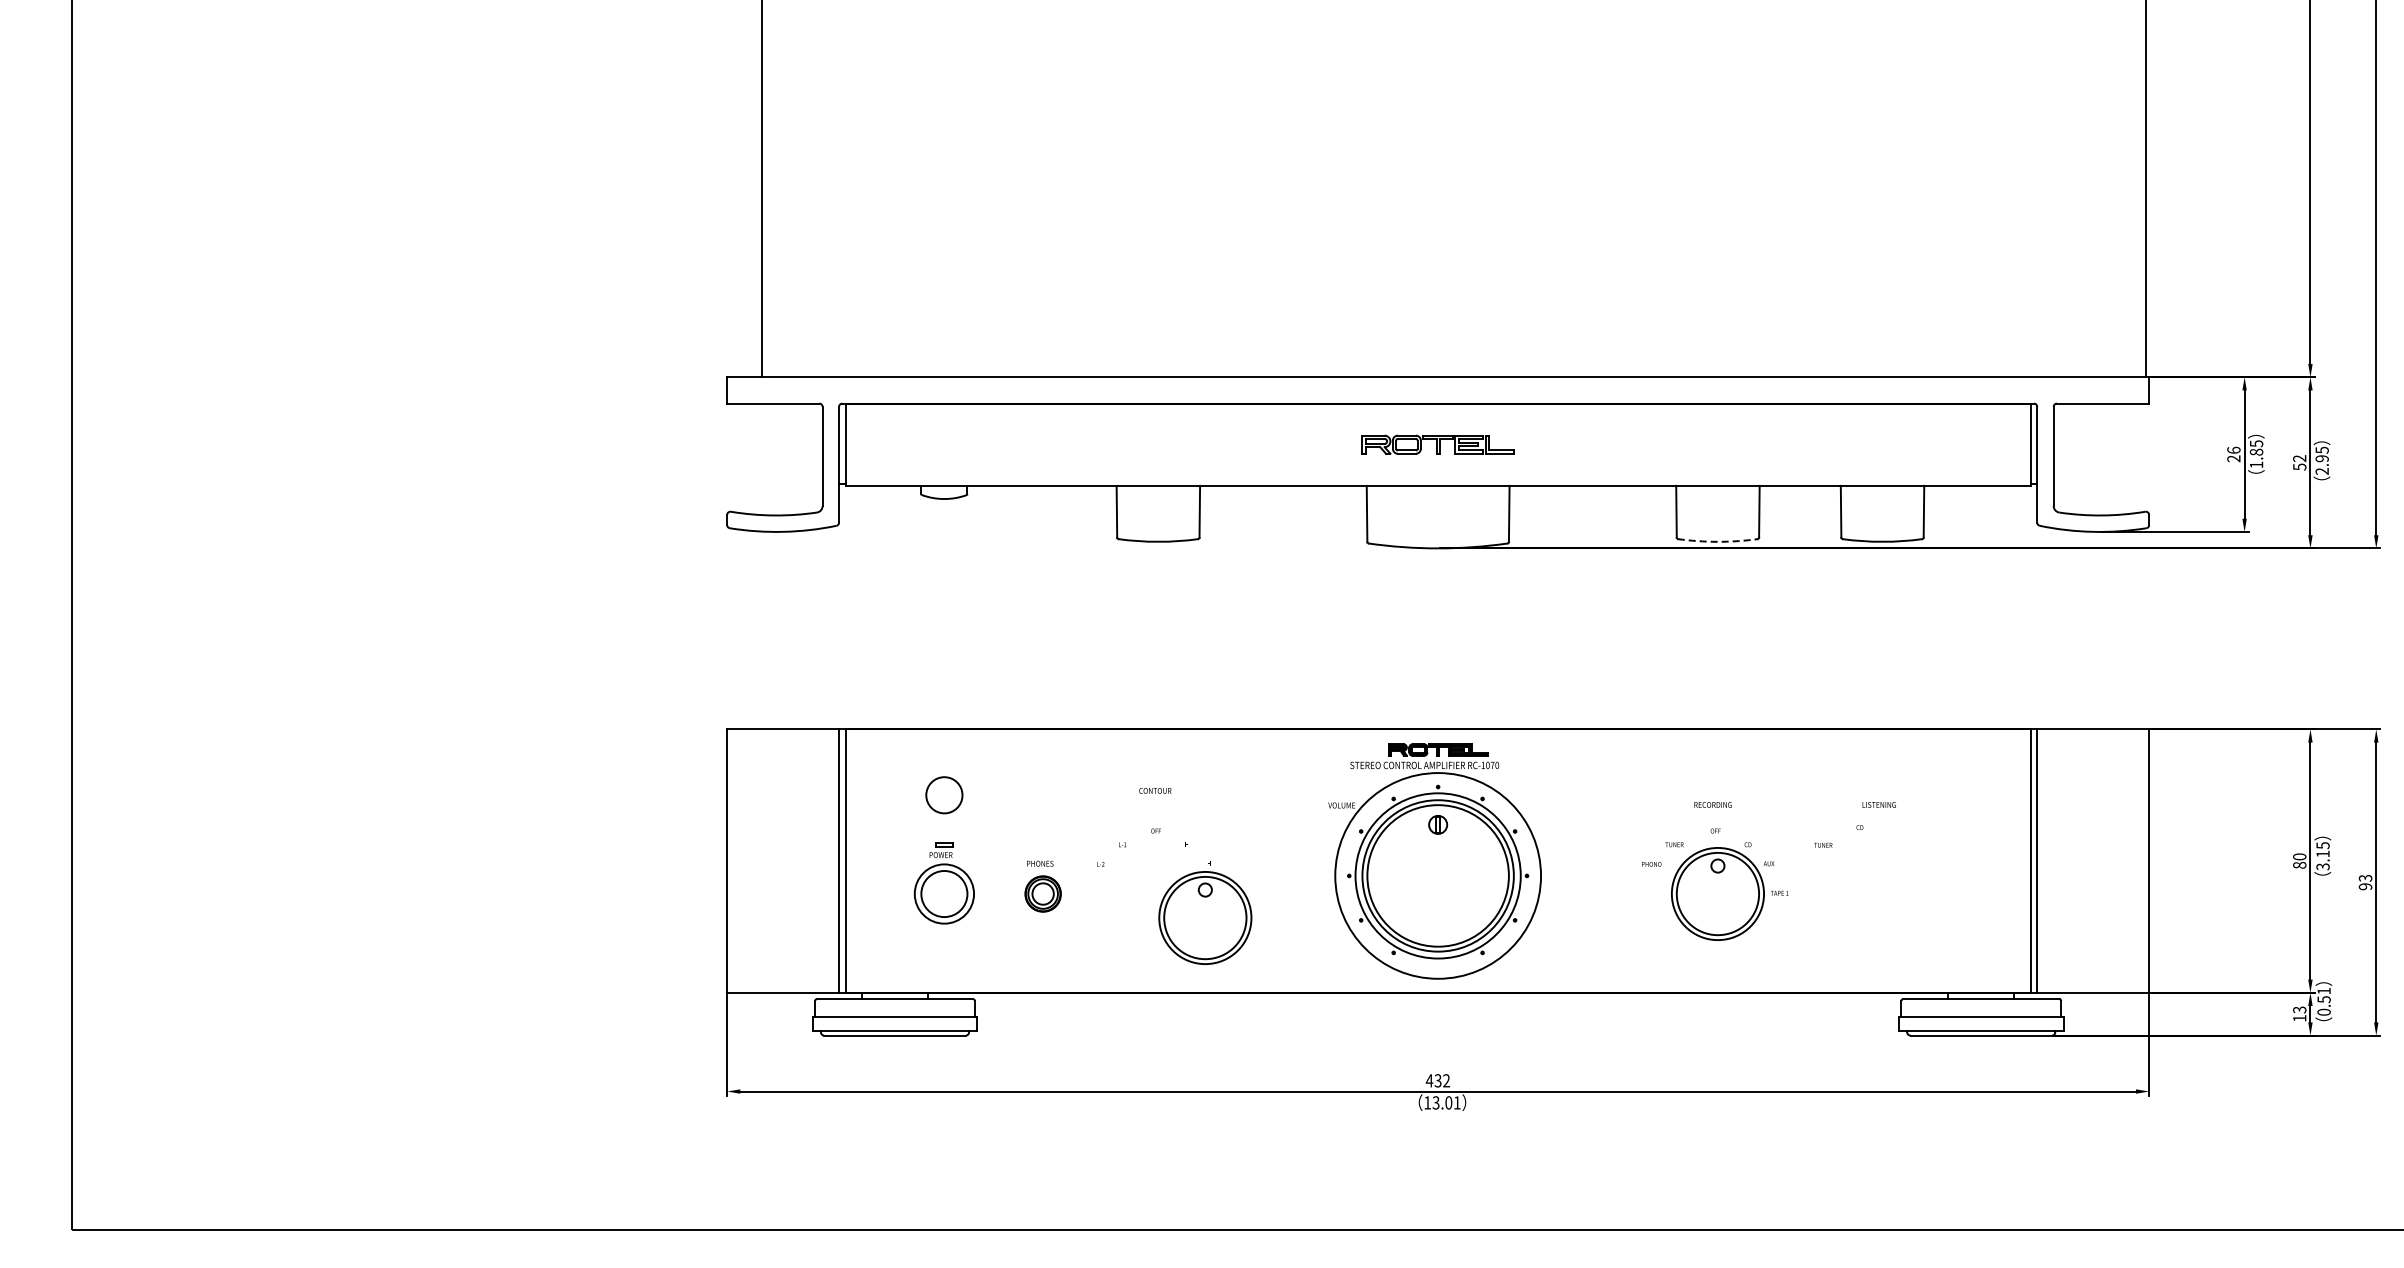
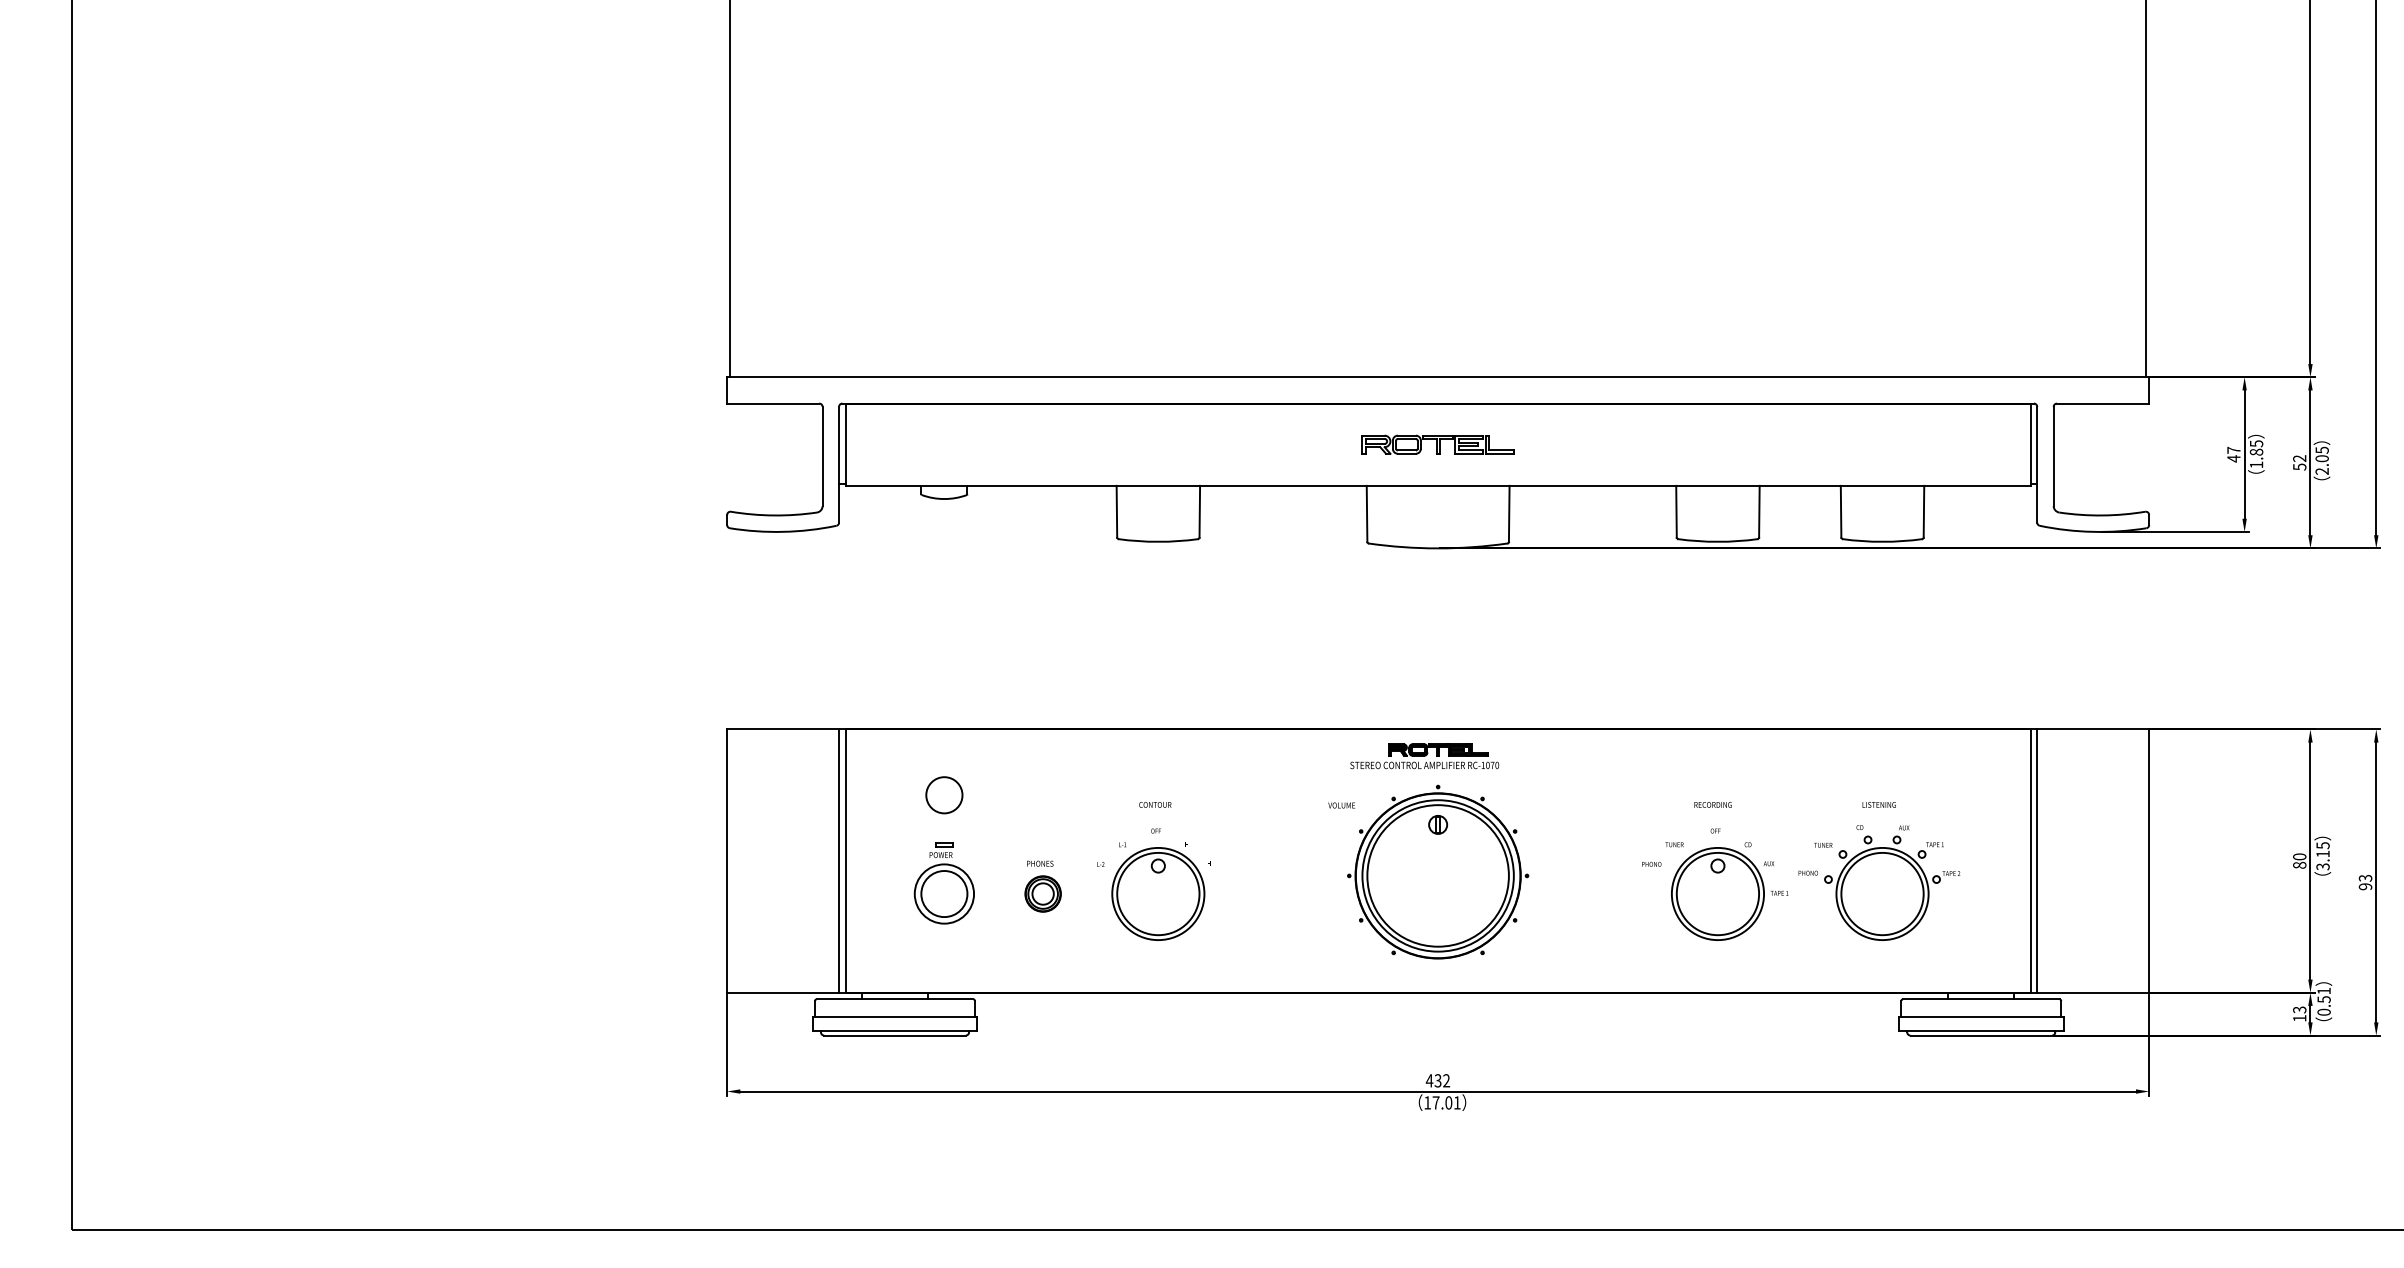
line at (762, 189) position: (762, 189) -> (730, 189)
text at (2233, 454): 26 -> 47
text at (2321, 458): 2.95 -> 2.05
arc at (1717, 541): dashed -> solid
text at (1155, 790) position: (1155, 790) -> (1155, 804)
circle at (1438, 875) diameter: 206 px -> 165 px
part at (1879, 882): none -> present
part at (1205, 917) position: (1205, 917) -> (1158, 893)
text at (1435, 1102): 13.01 -> 17.01
